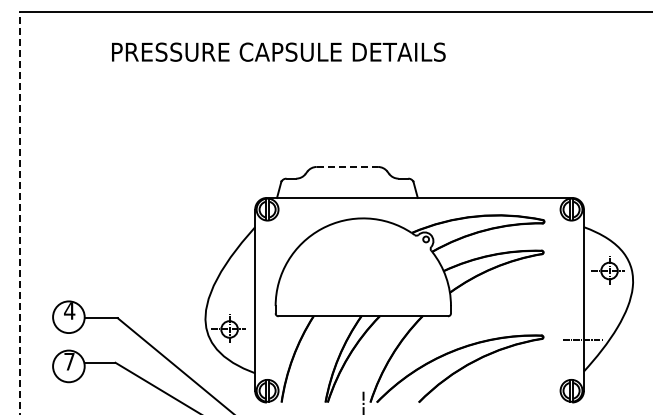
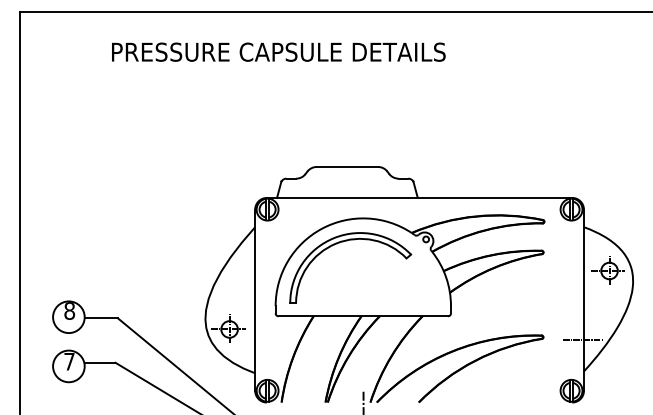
line at (347, 166): dashed -> solid
line at (19, 213): dashed -> solid
part at (343, 242): none -> present
text at (69, 310): 4 -> 8
